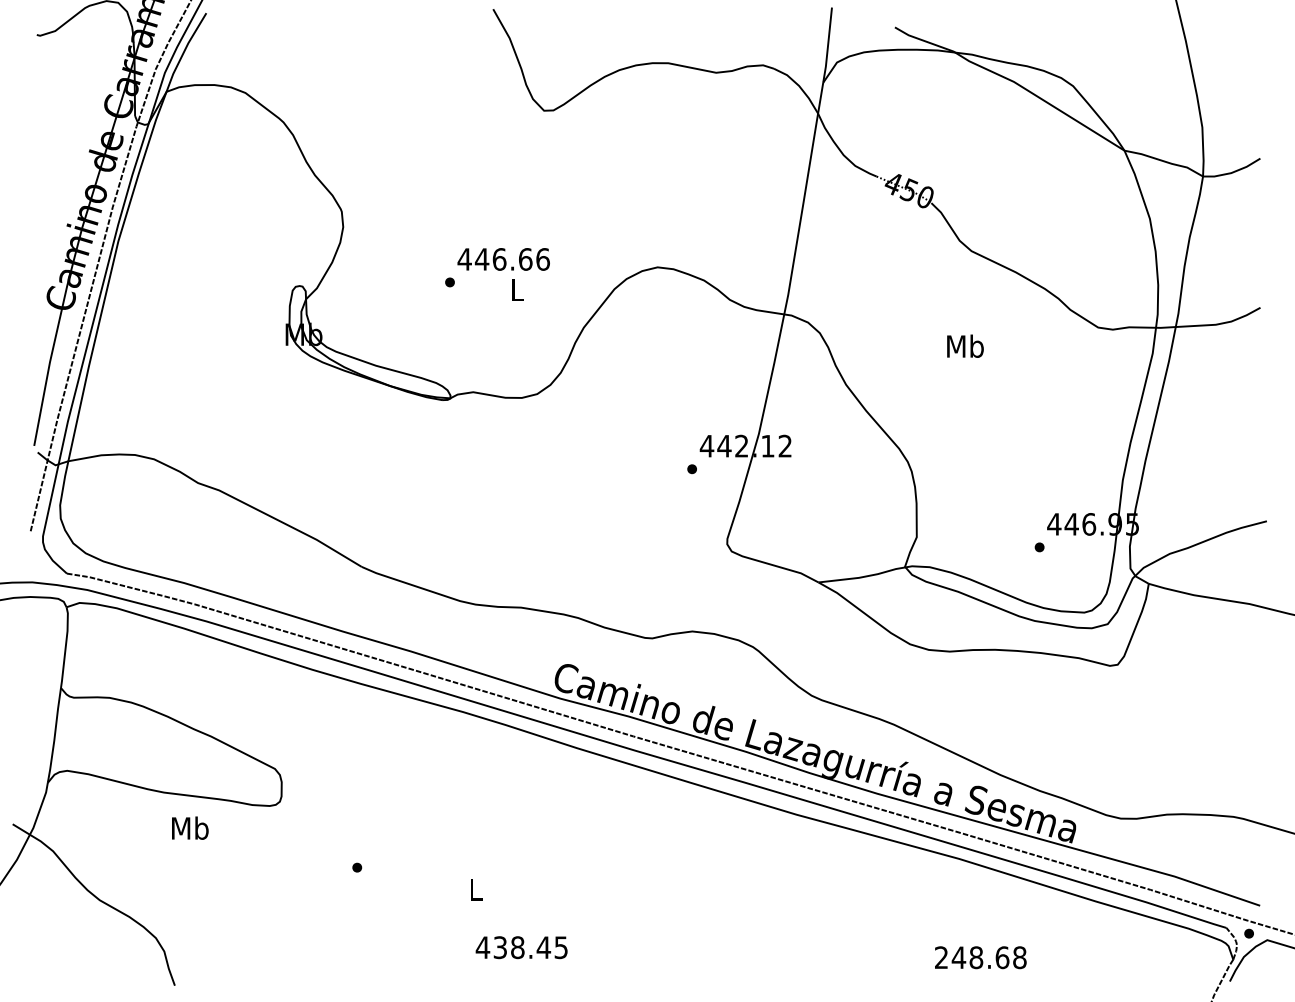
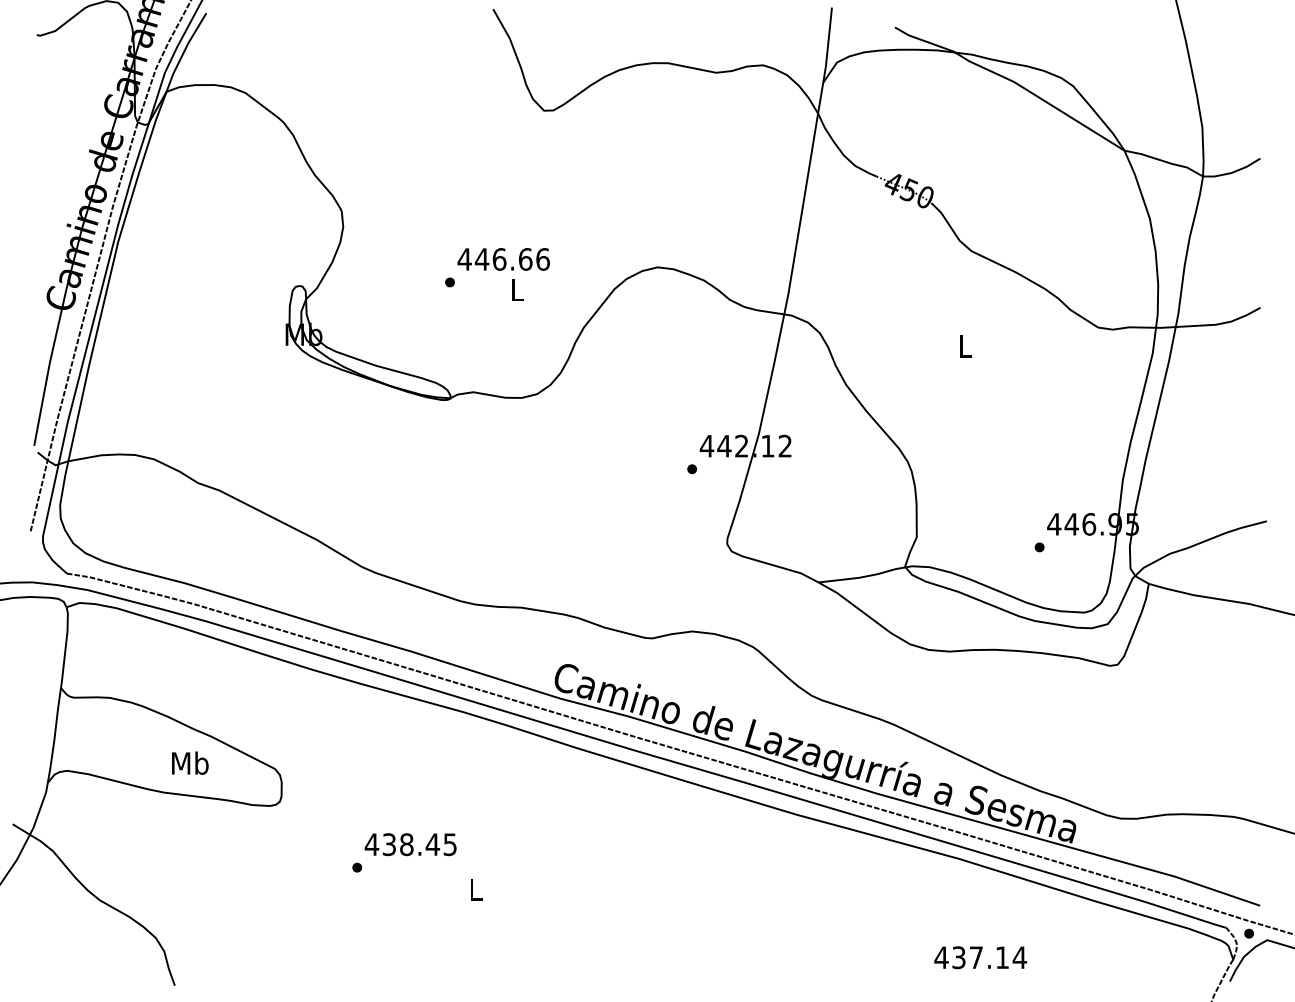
text at (965, 345): Mb -> L
text at (190, 827) position: (190, 827) -> (190, 762)
text at (521, 947) position: (521, 947) -> (410, 844)
text at (980, 957): 248.68 -> 437.14
